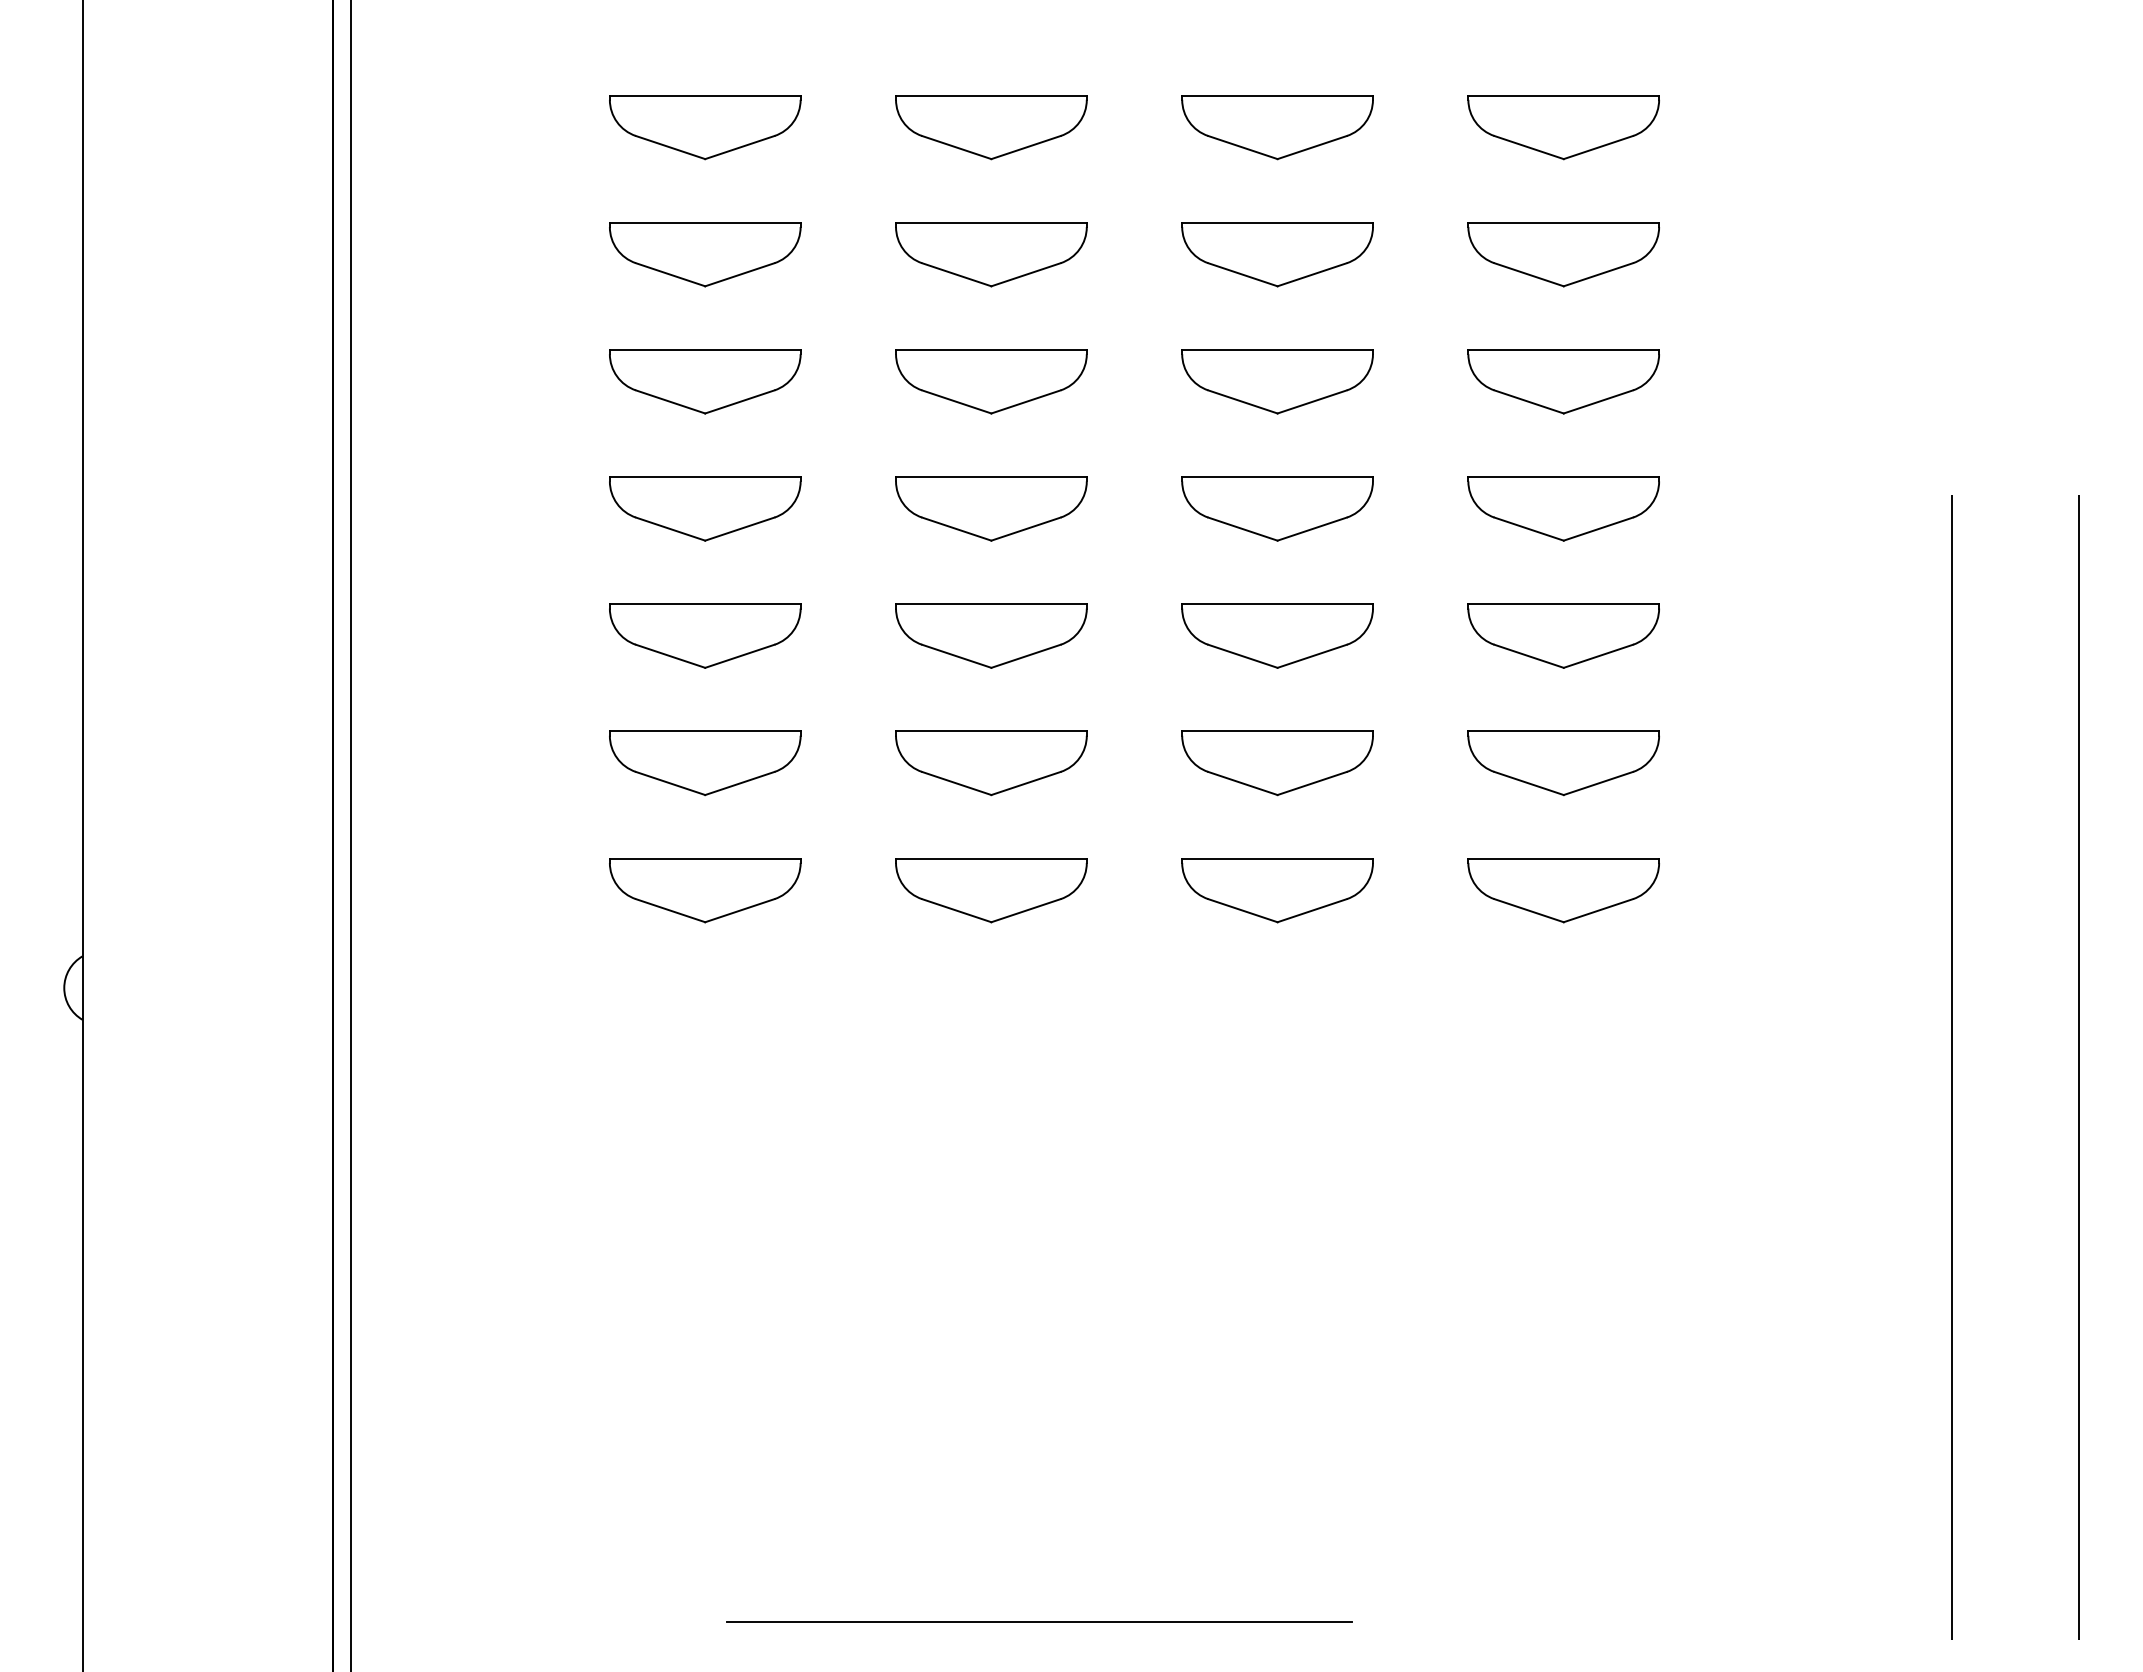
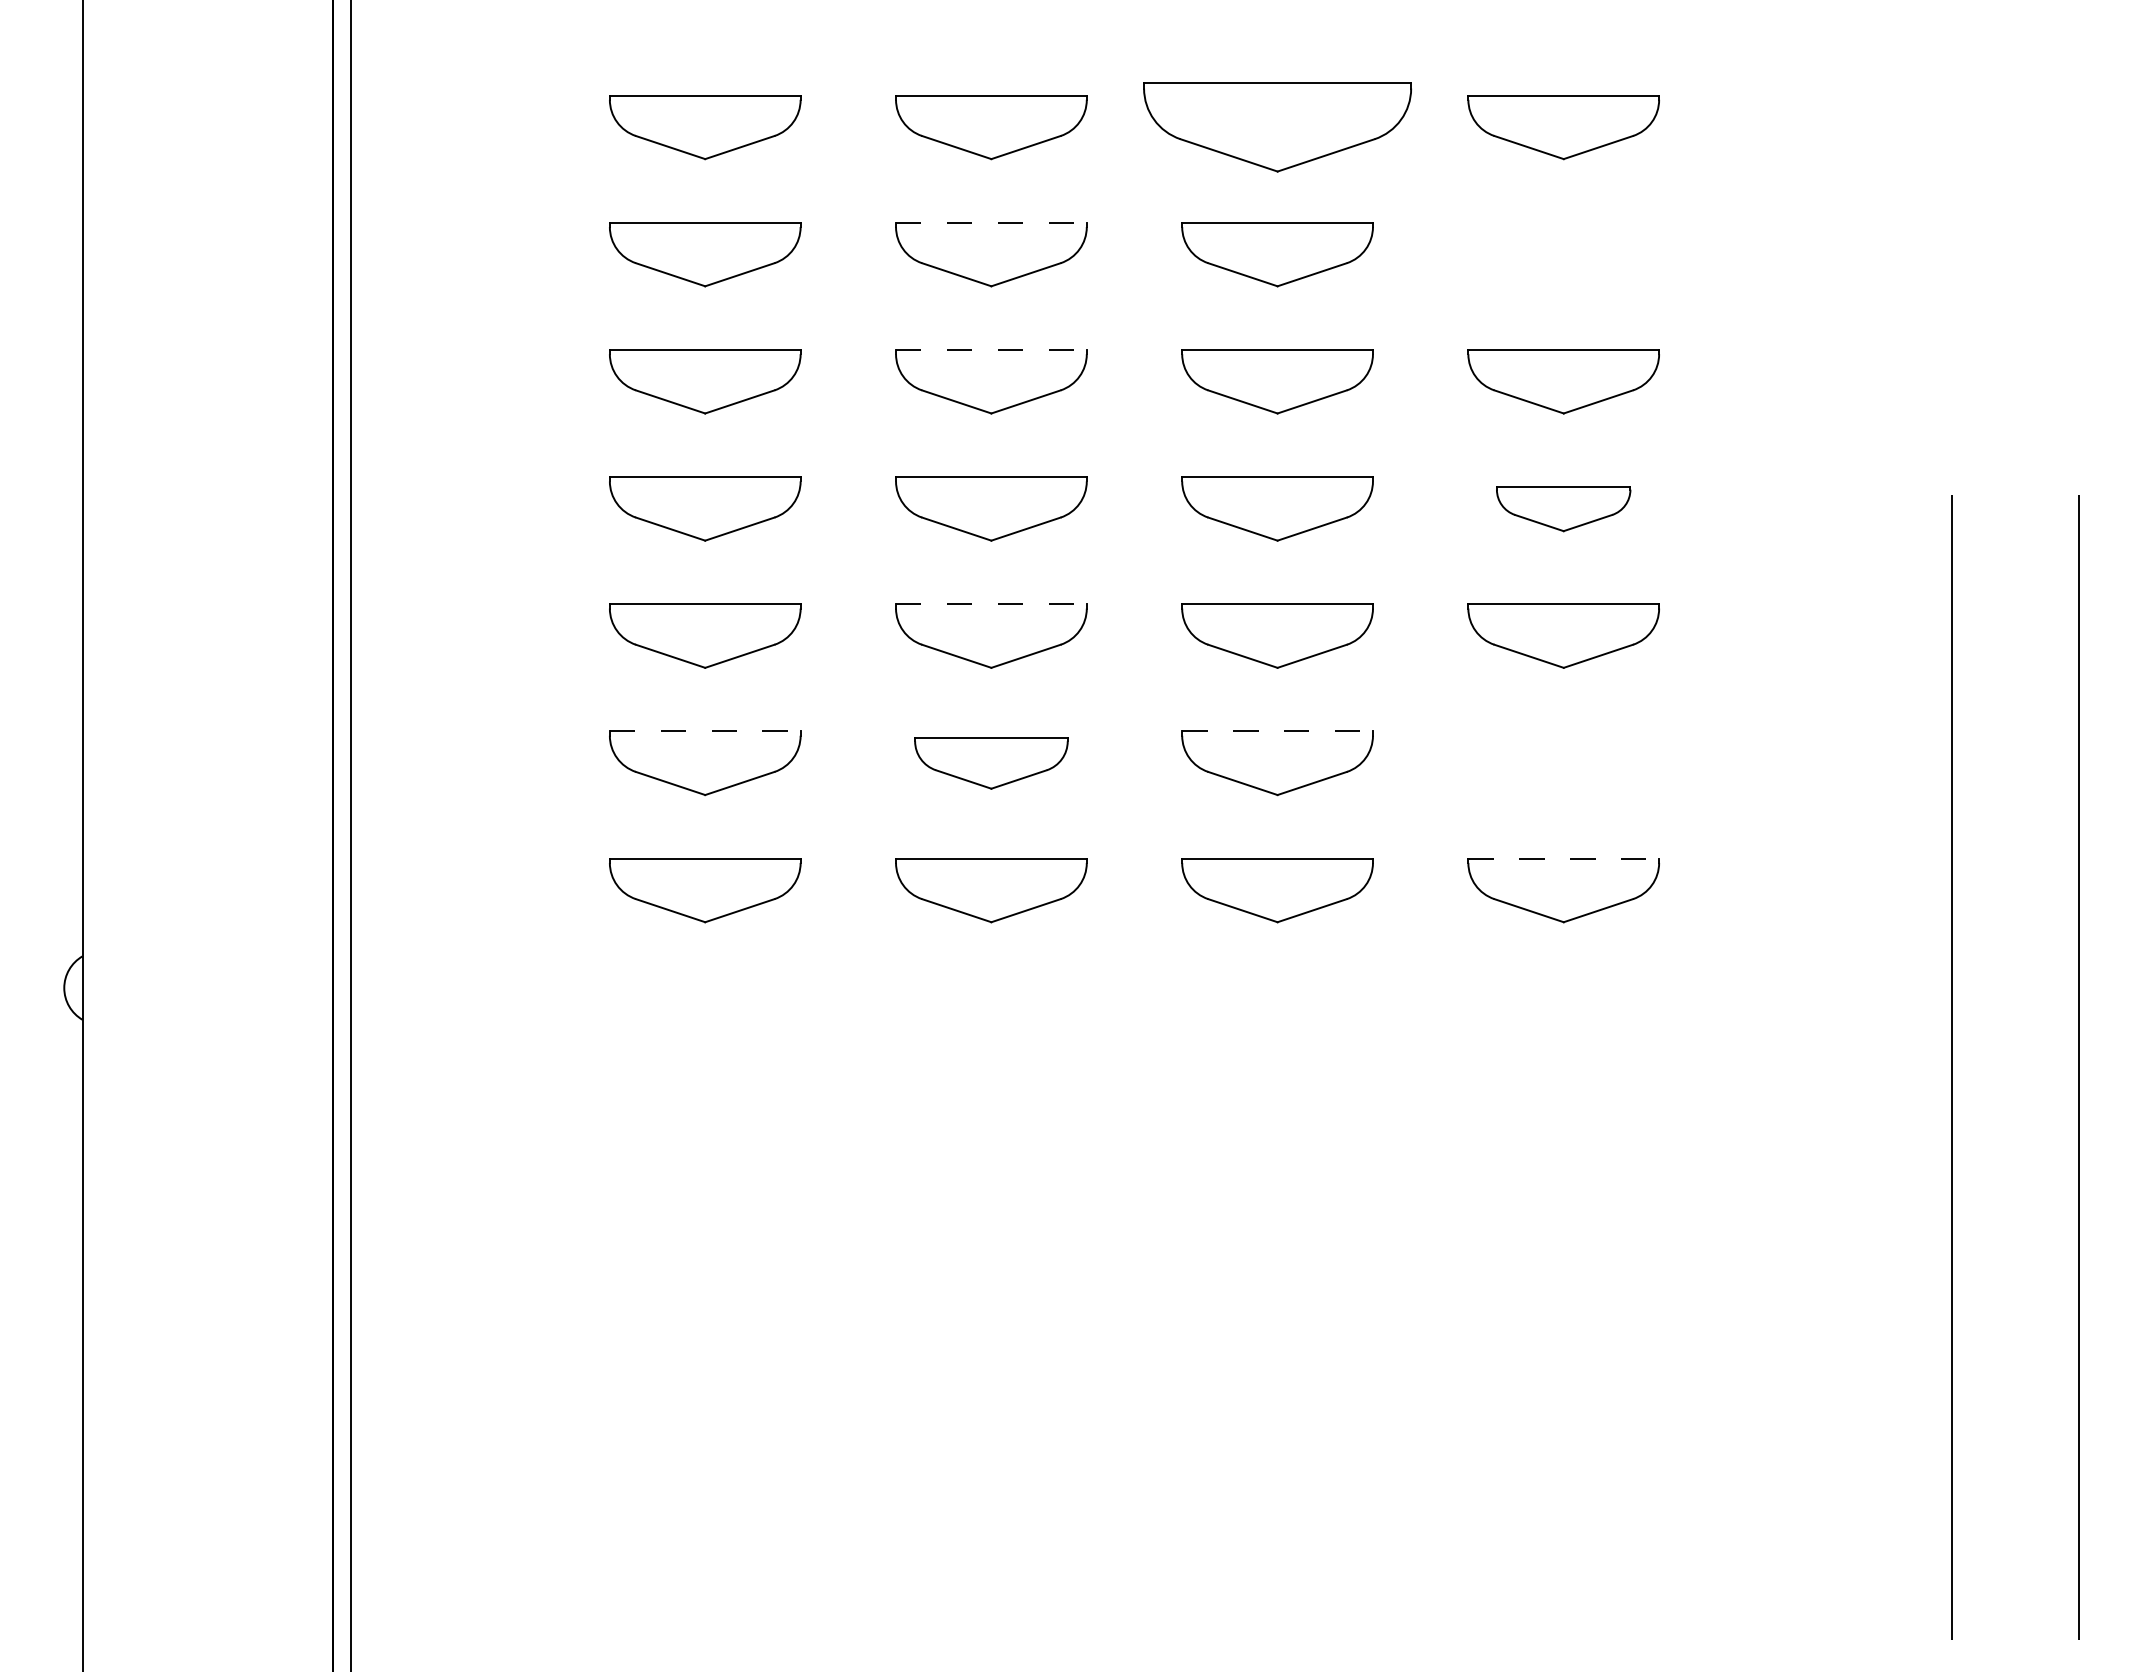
part at (1277, 127) size: 193x66 px -> 269x91 px
line at (991, 222): solid -> dashed
part at (1563, 254): present -> none
line at (991, 349): solid -> dashed
part at (1563, 508) size: 193x66 px -> 136x47 px
line at (991, 604): solid -> dashed
line at (705, 731): solid -> dashed
line at (1278, 731): solid -> dashed
part at (991, 763) size: 193x67 px -> 155x53 px
part at (1563, 763): present -> none
line at (1564, 858): solid -> dashed
line at (1039, 1621): present -> none
